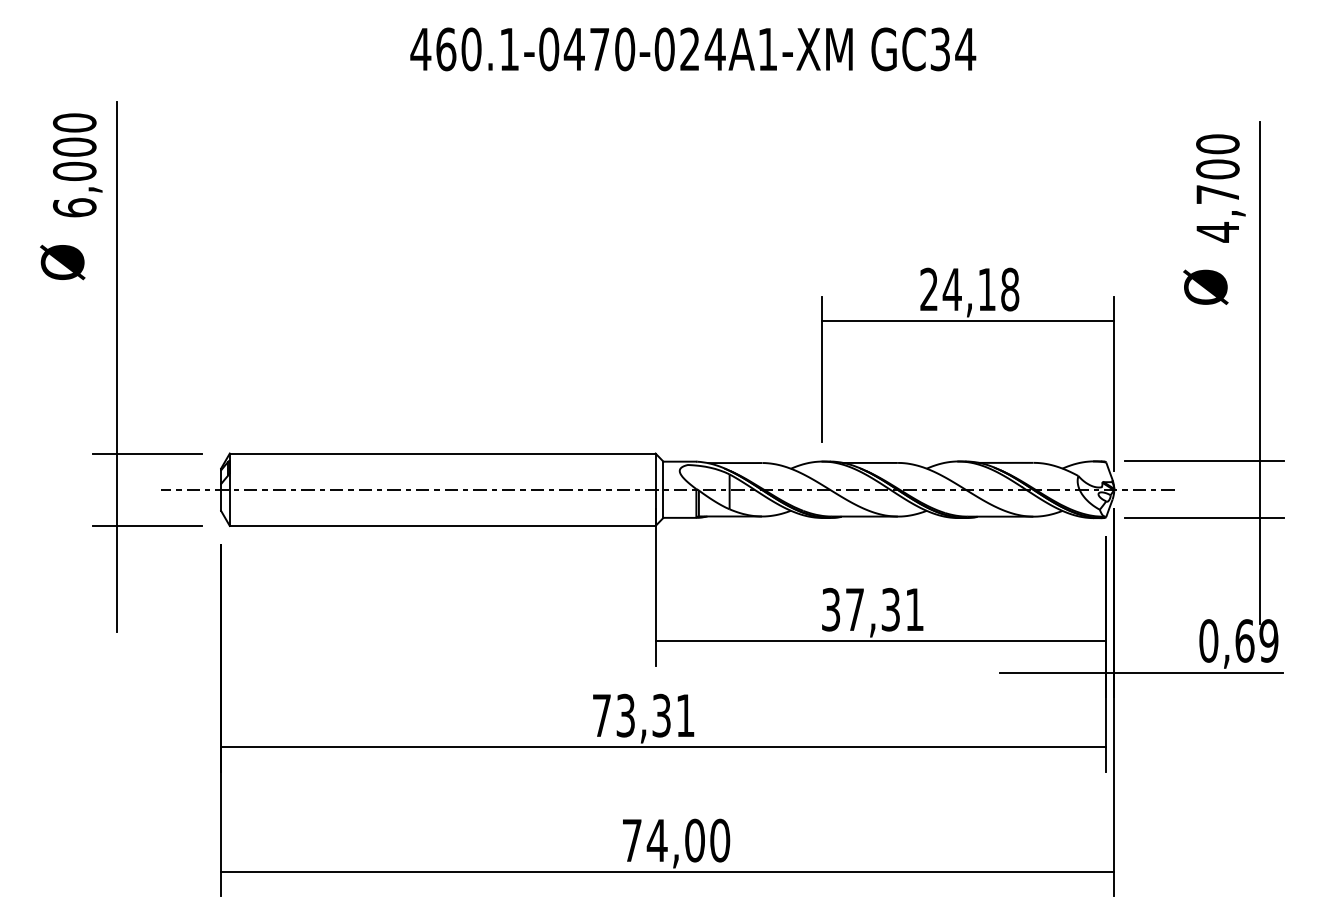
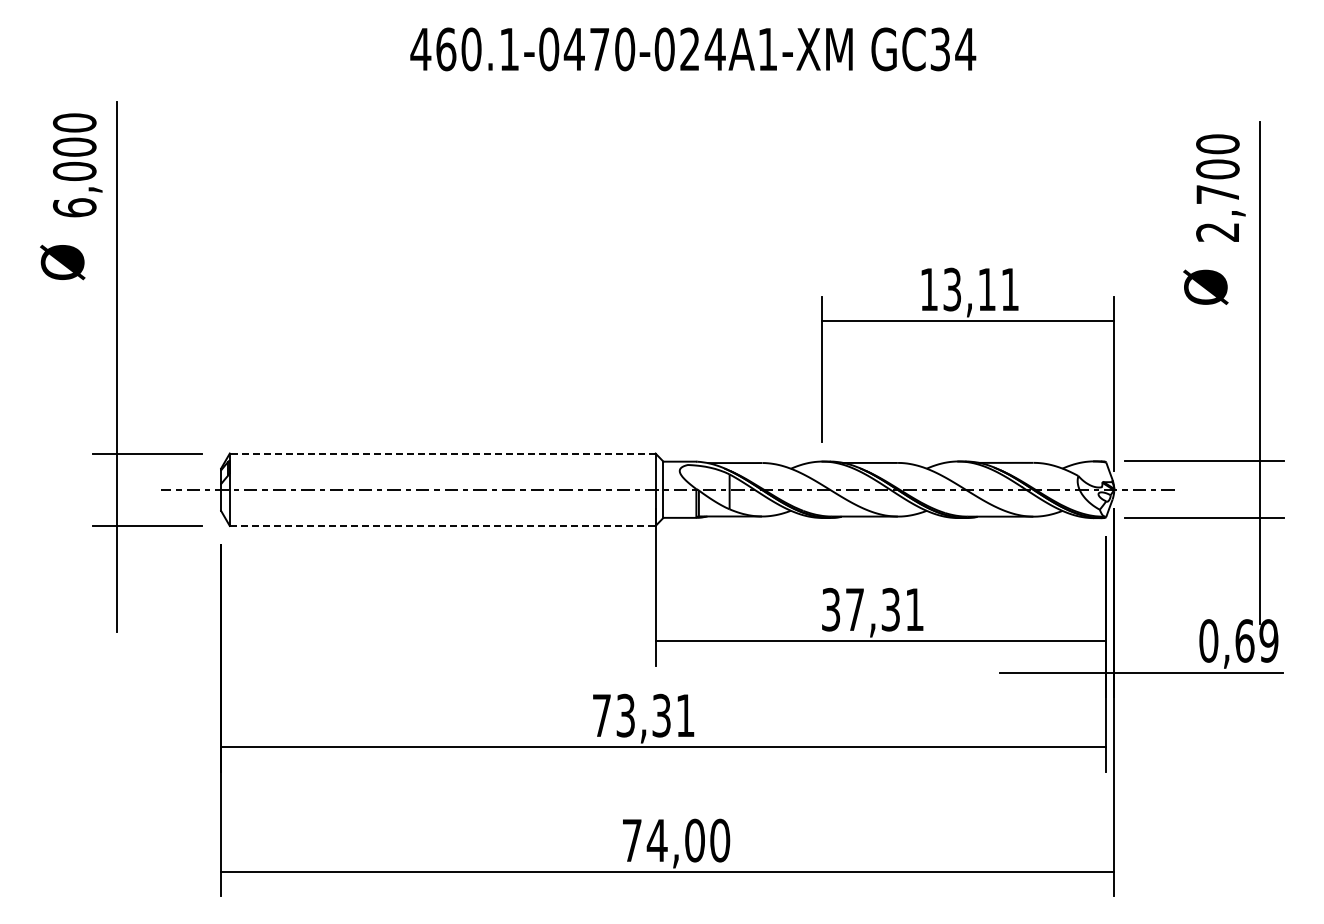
text at (1217, 232): 4,700 -> 2,700
text at (969, 289): 24,18 -> 13,11
line at (442, 453): solid -> dashed
line at (442, 525): solid -> dashed
